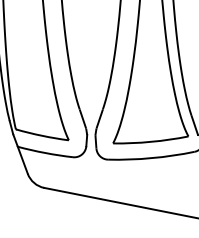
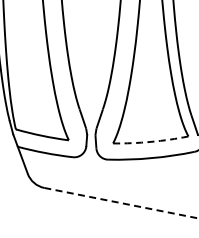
arc at (151, 141): solid -> dashed
line at (121, 203): solid -> dashed
